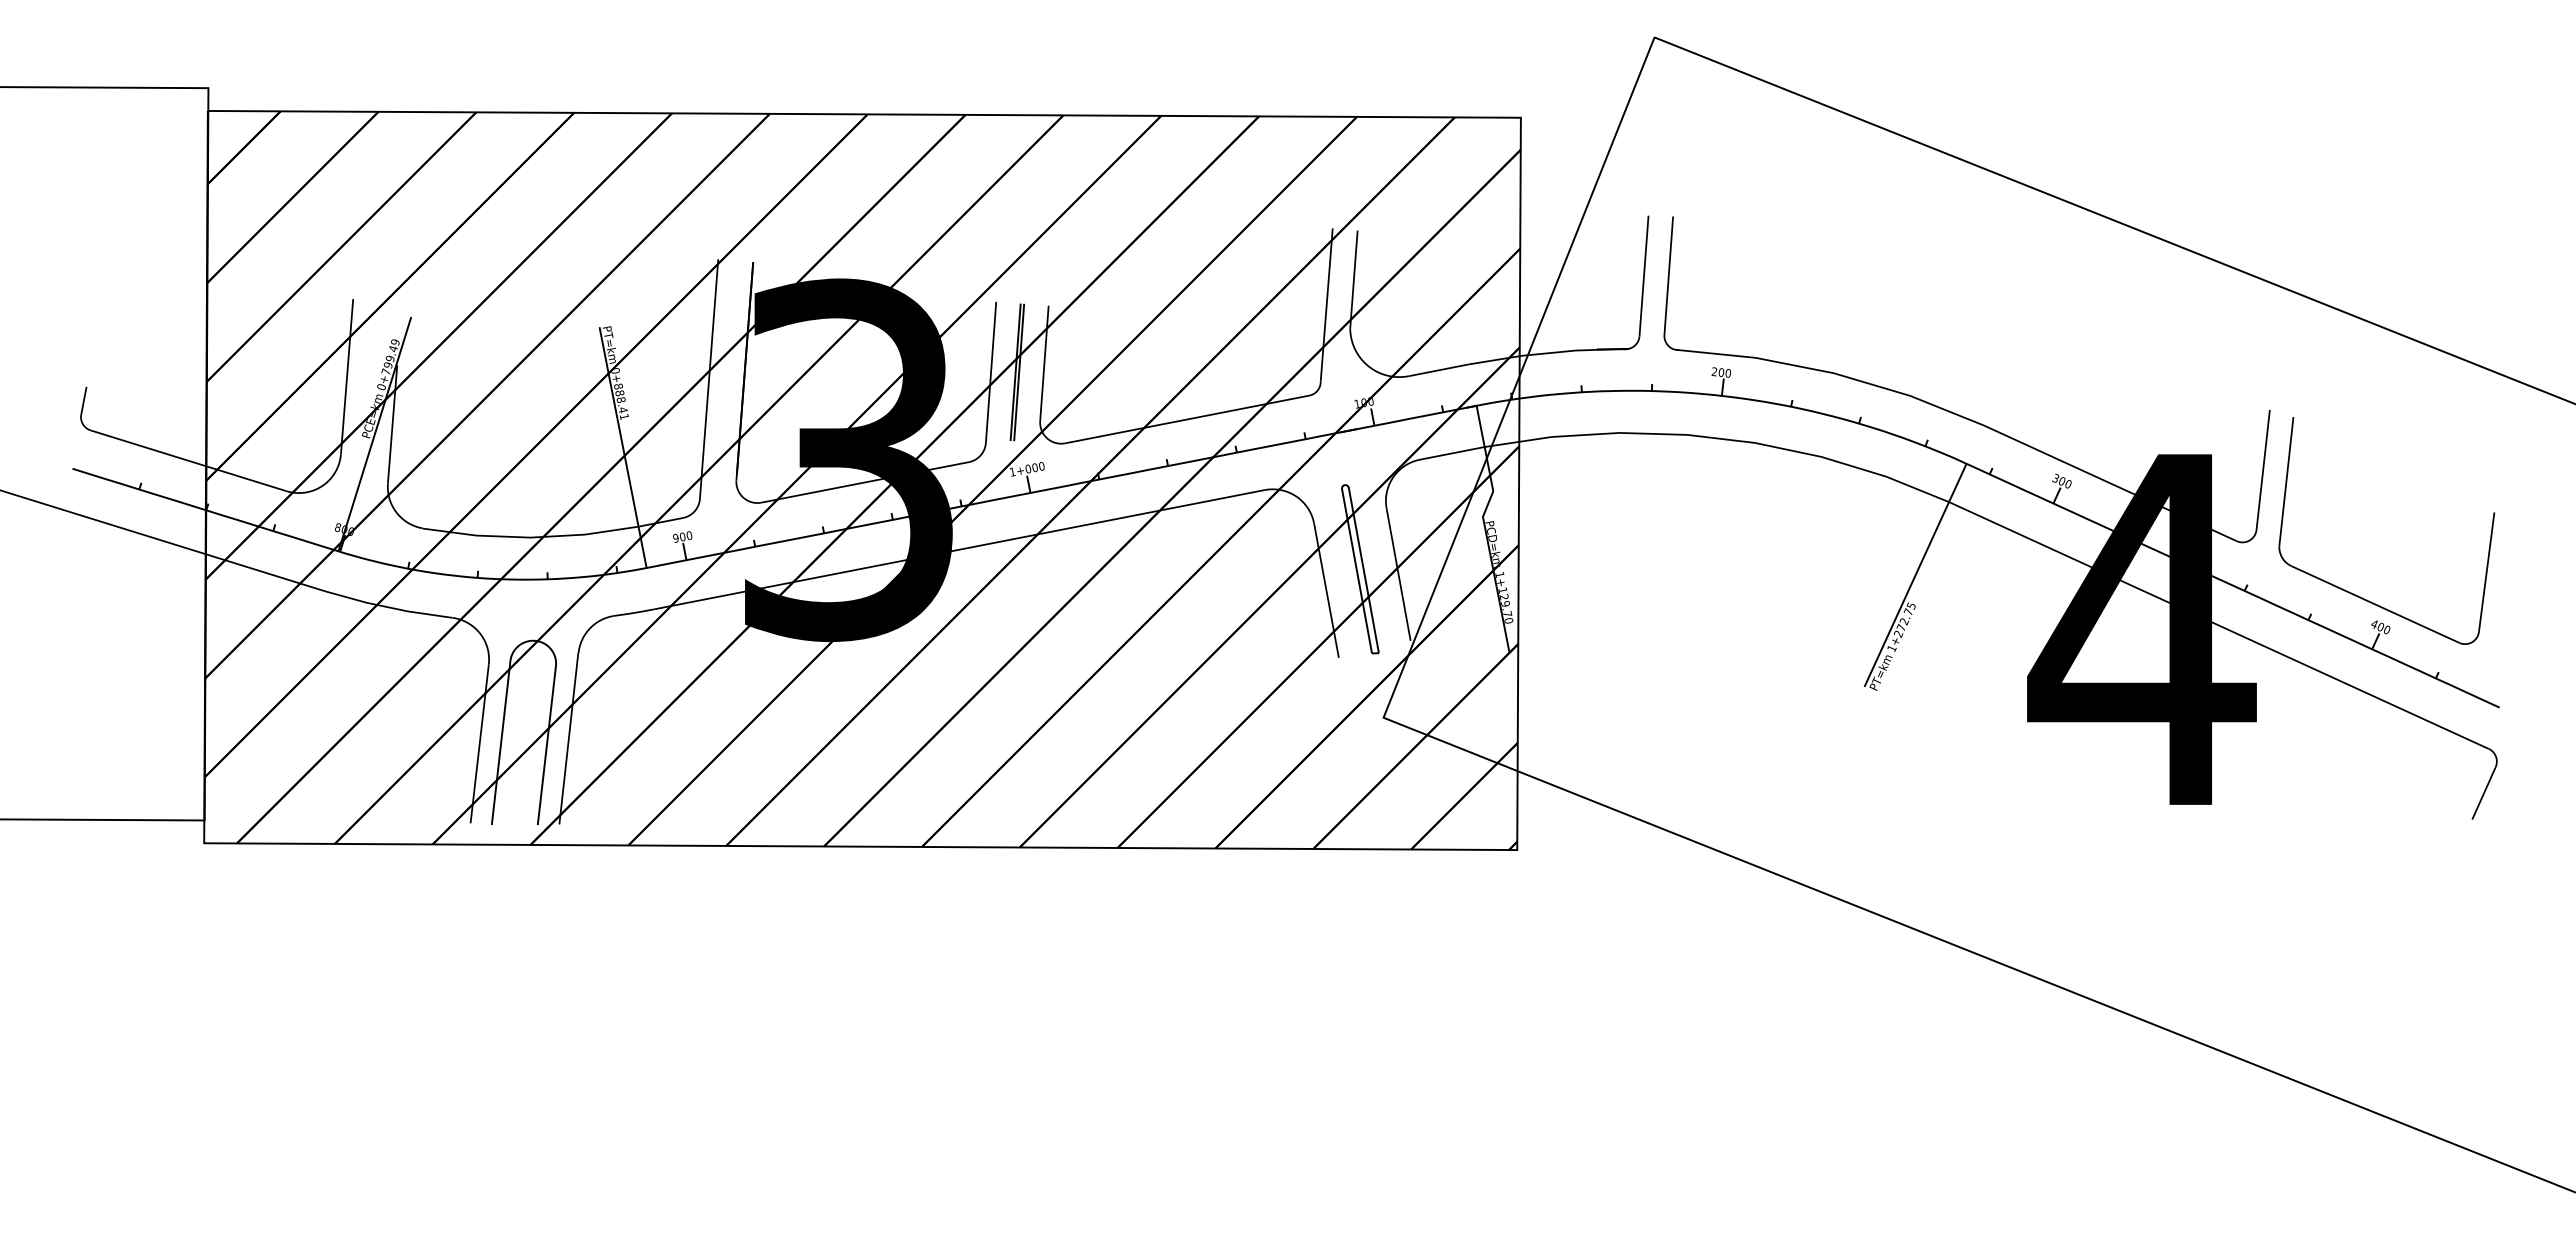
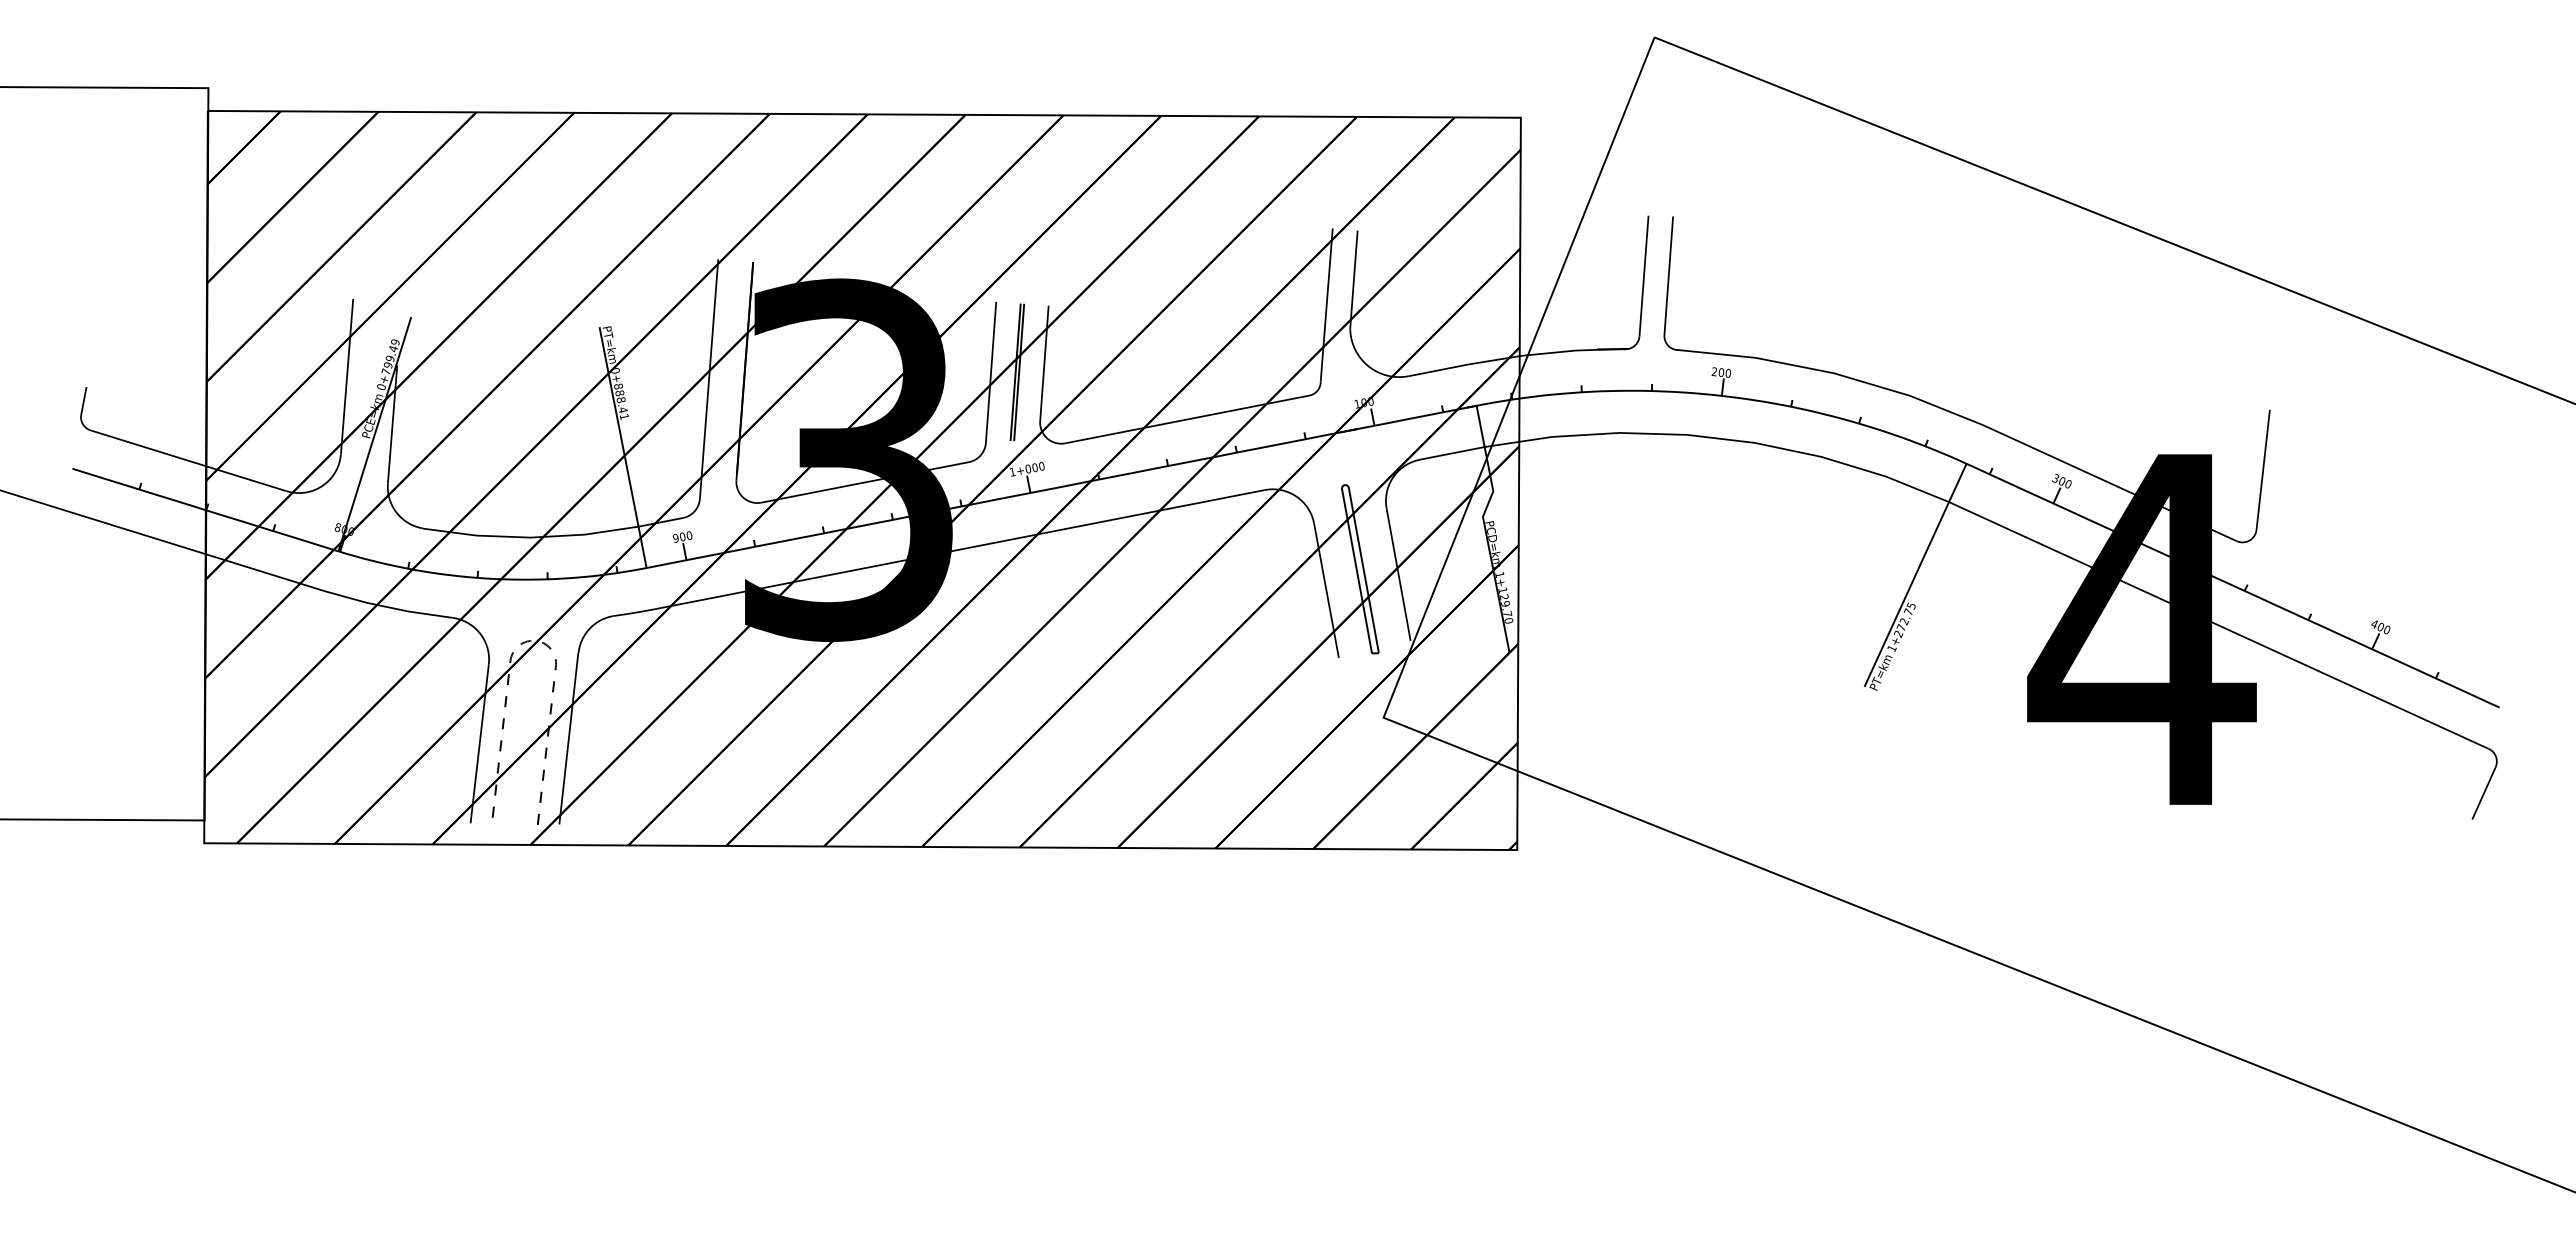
curve at (2358, 595): present -> none
line at (533, 640): solid -> dashed
